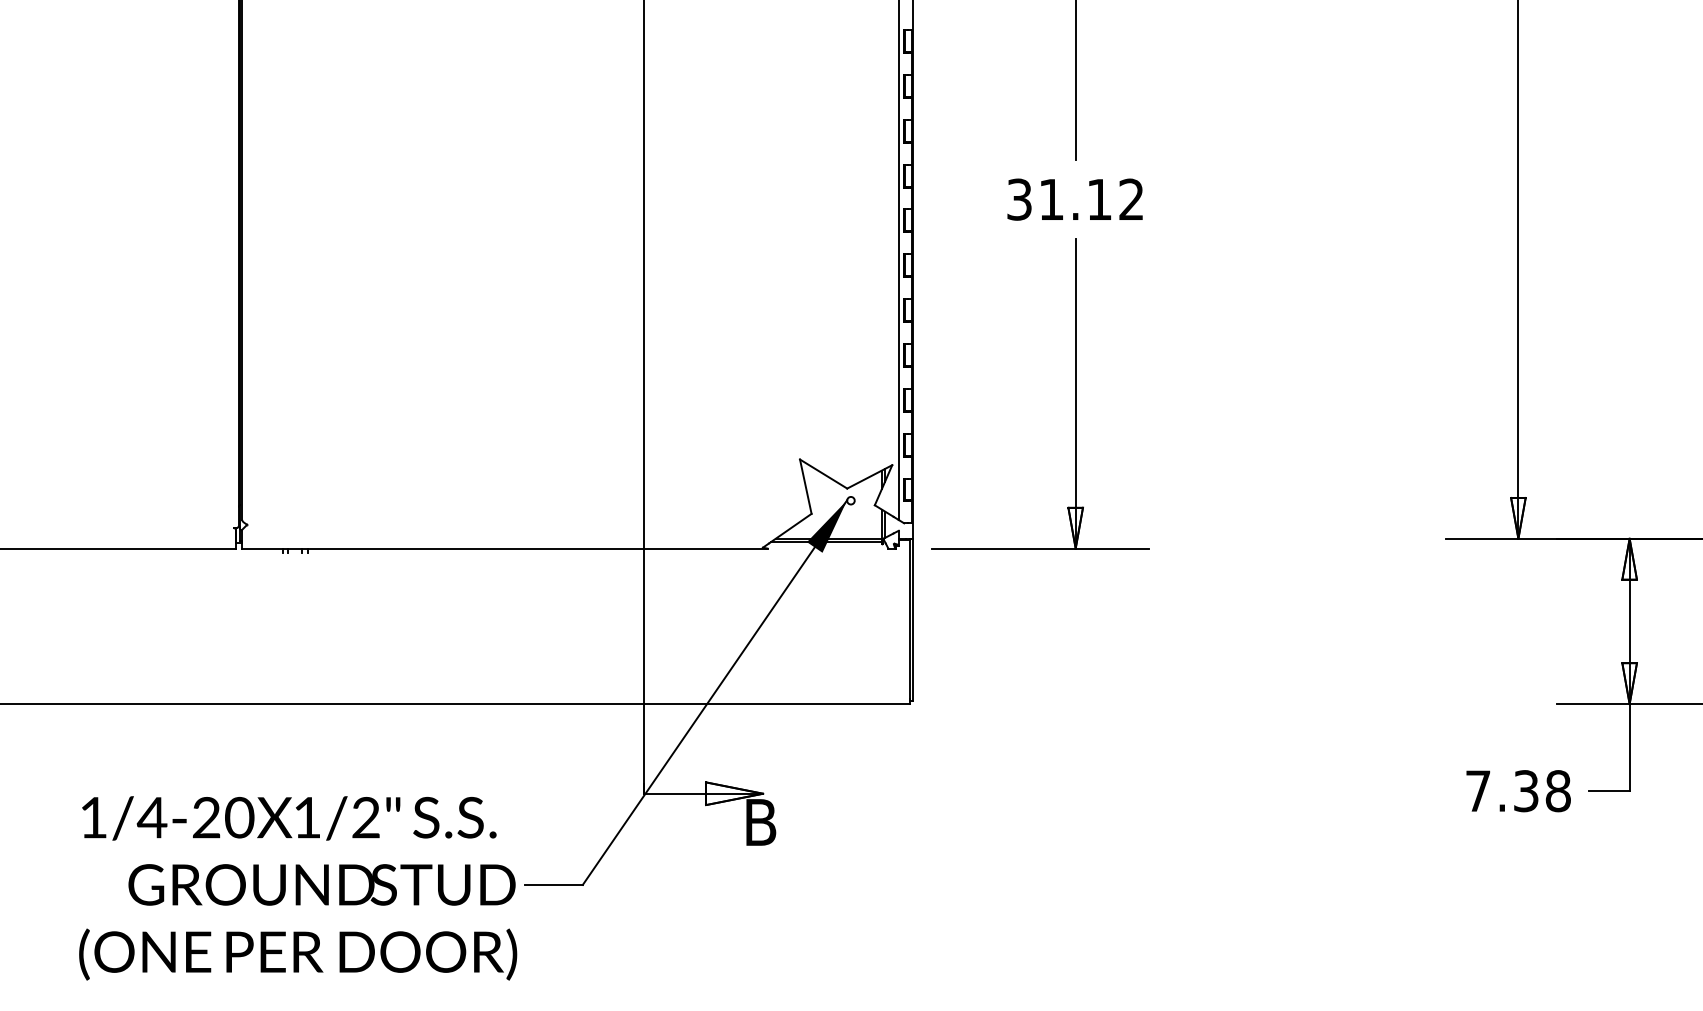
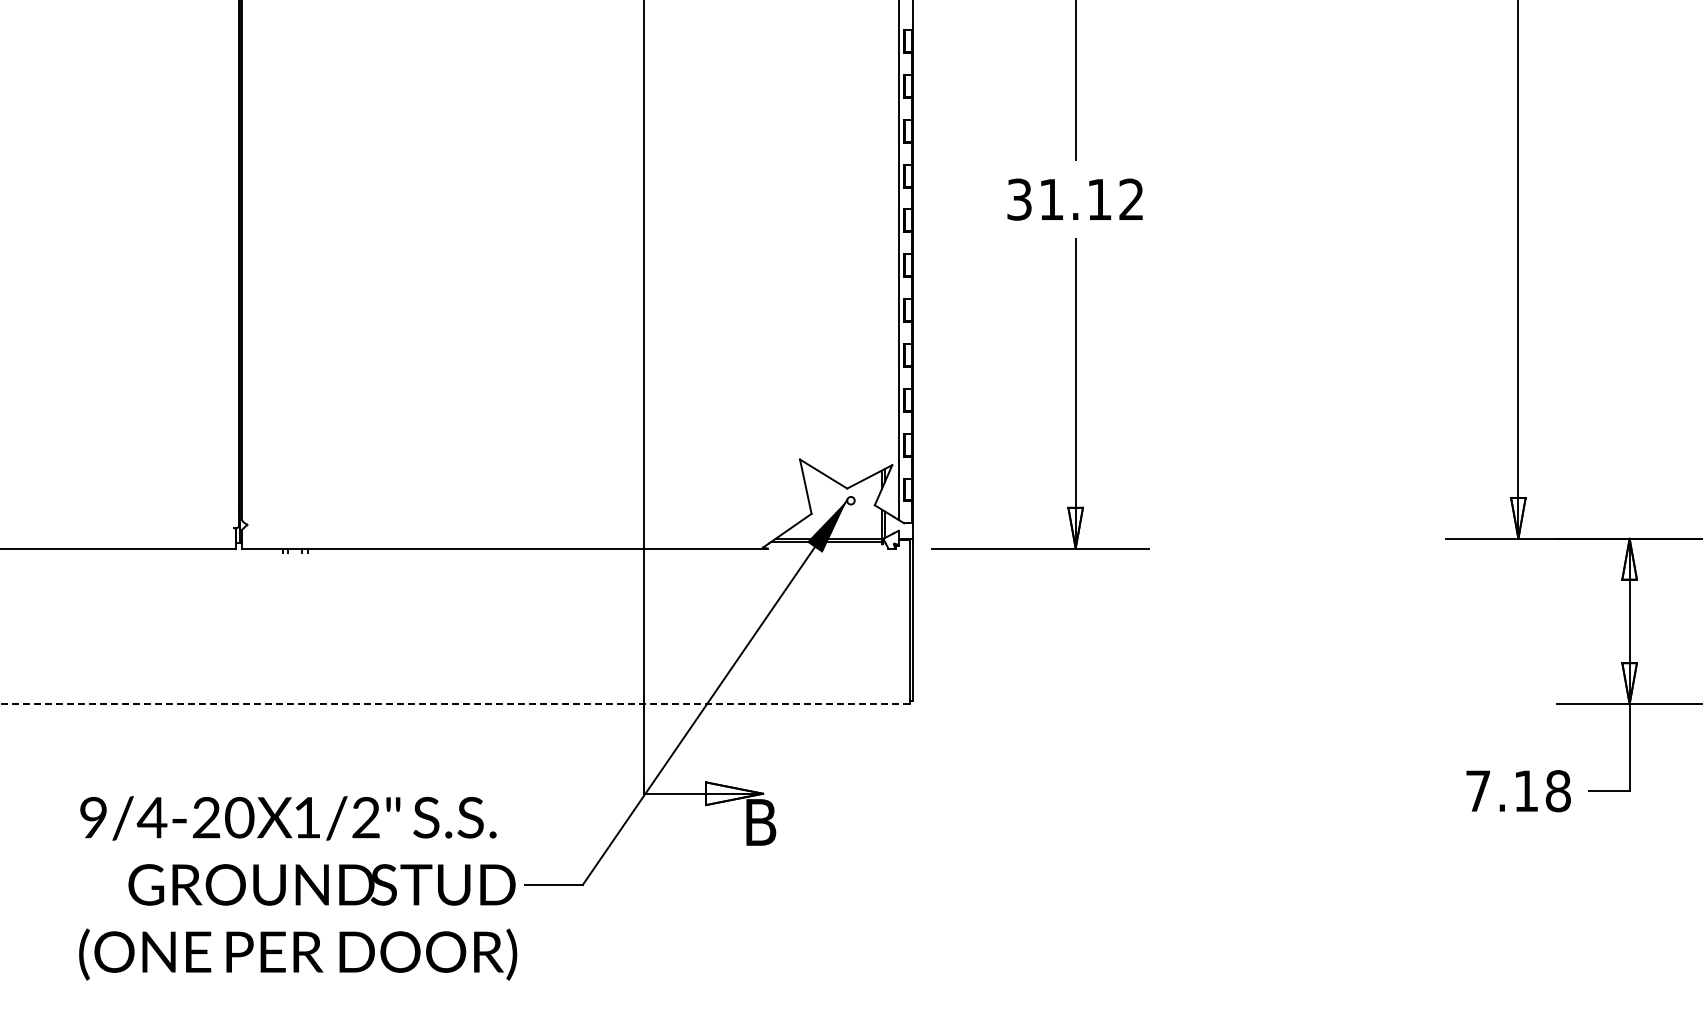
line at (454, 704): solid -> dashed
text at (1526, 791): 7.38 -> 7.18
text at (93, 817): 1/4-20X -> 9/4-20X
